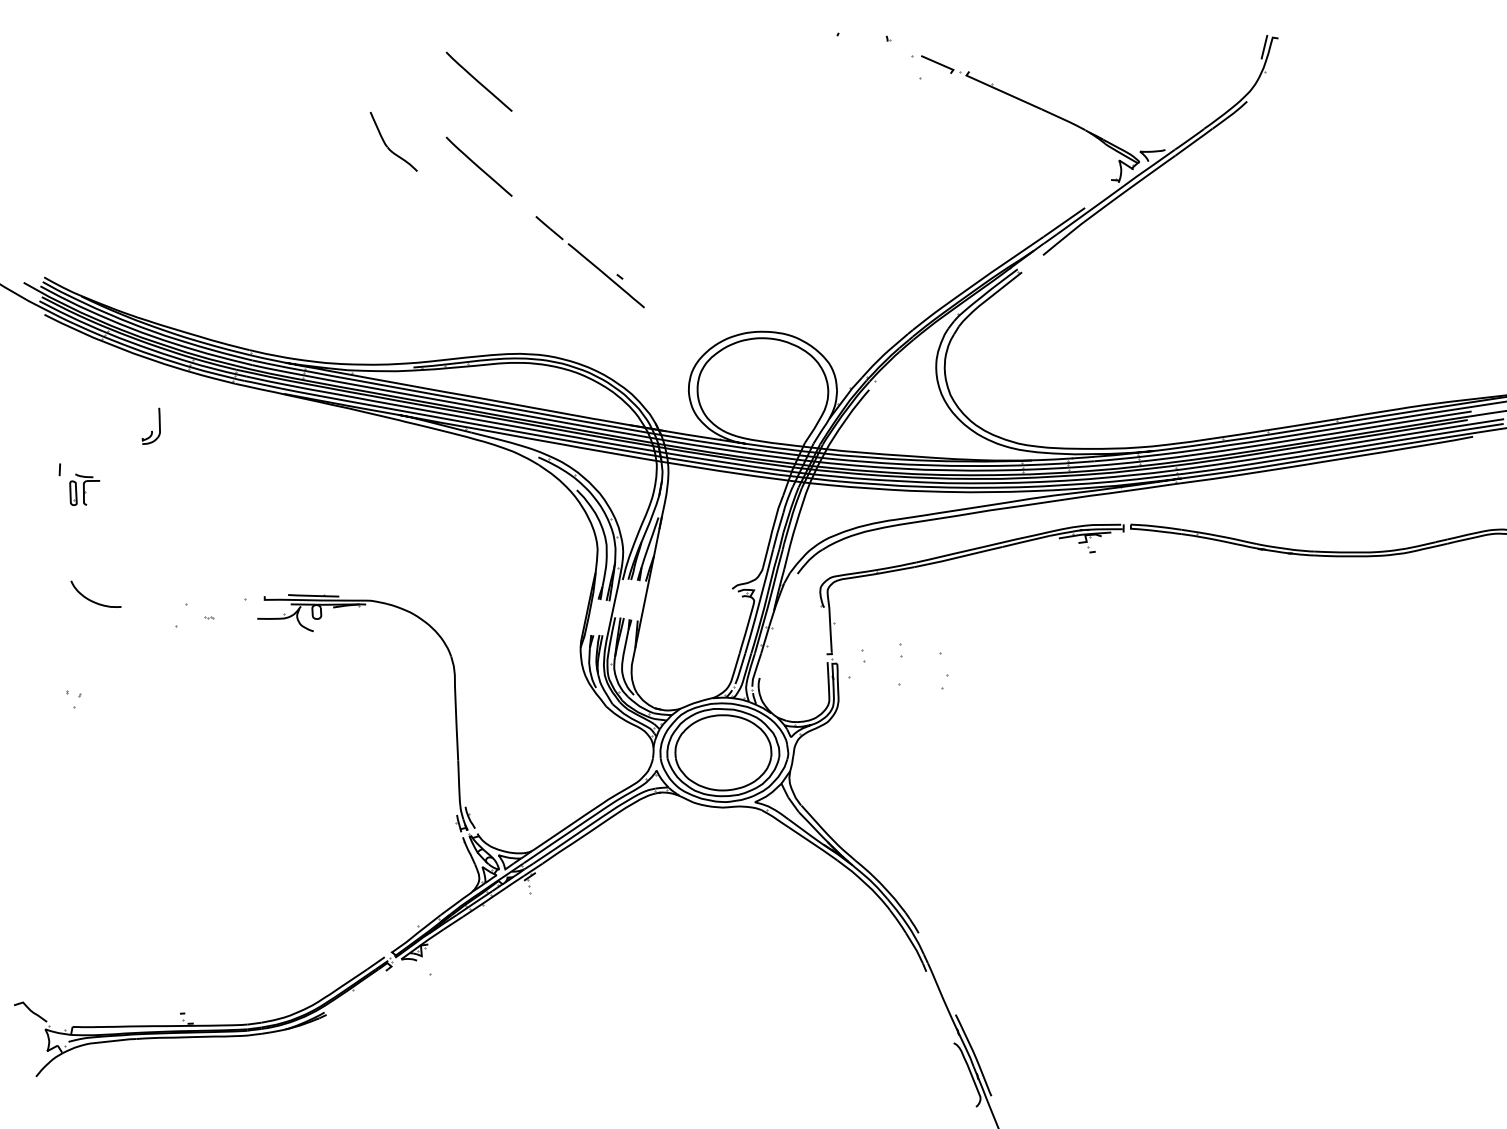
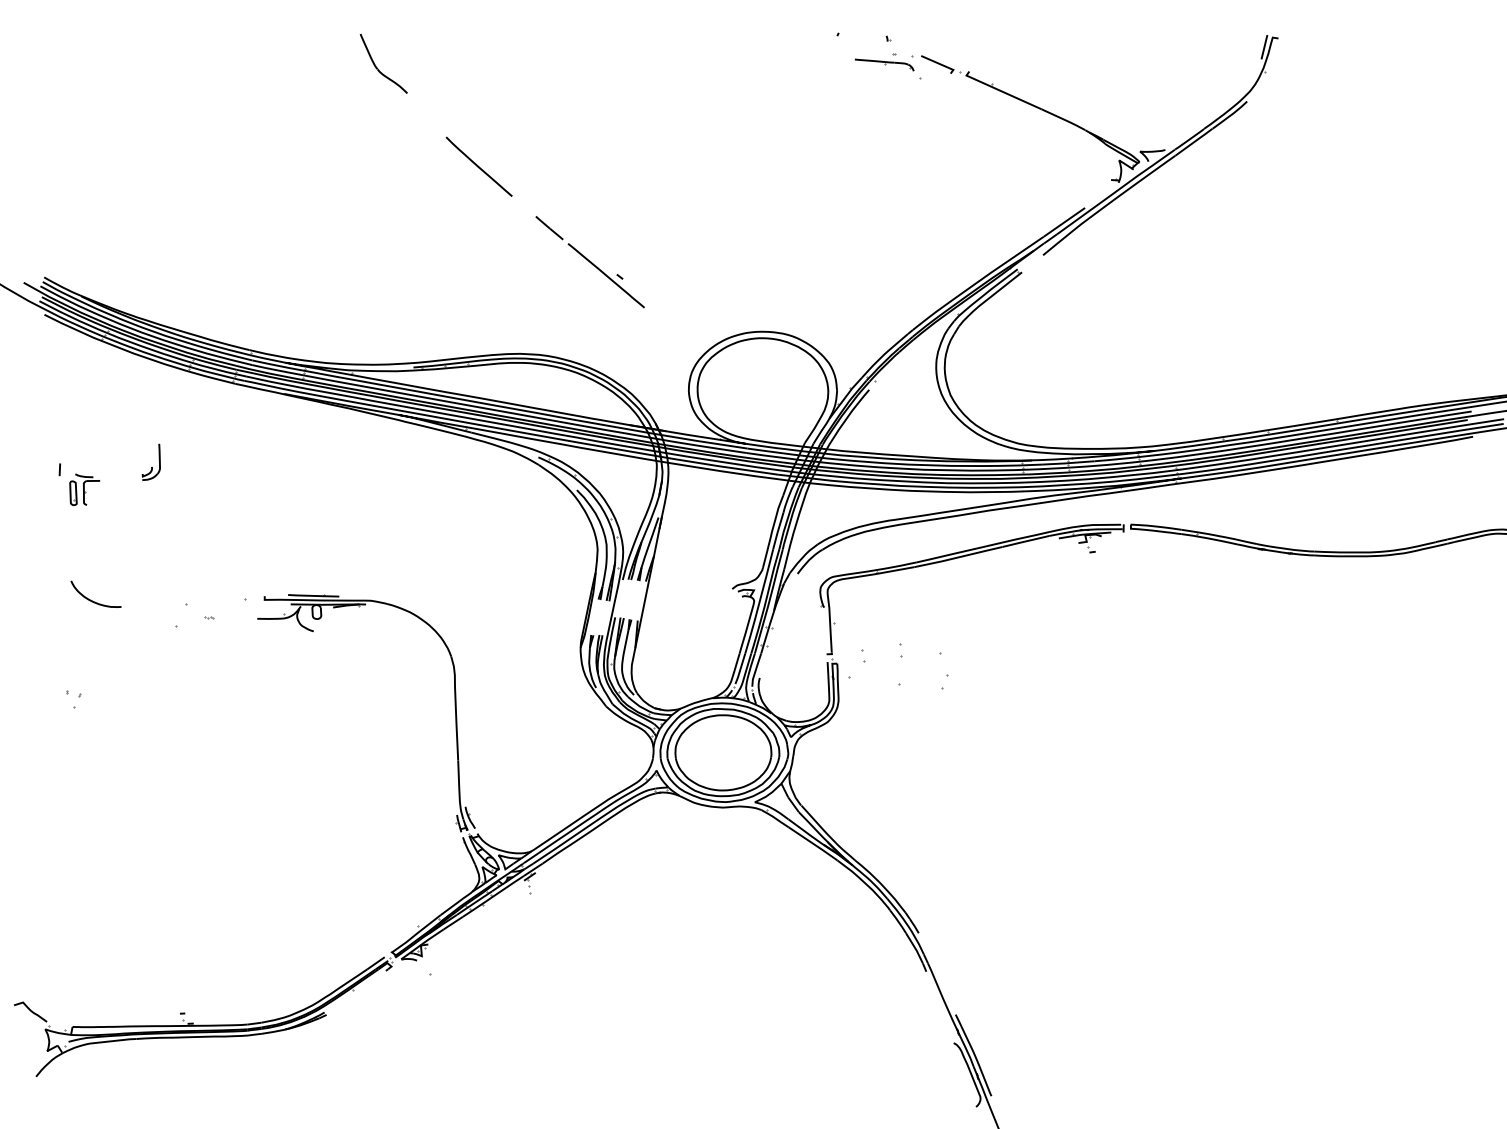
part at (884, 62): none -> present
line at (478, 81): present -> none
part at (388, 146) position: (388, 146) -> (378, 68)
part at (150, 425) position: (150, 425) -> (150, 461)
